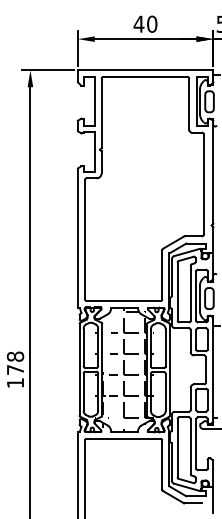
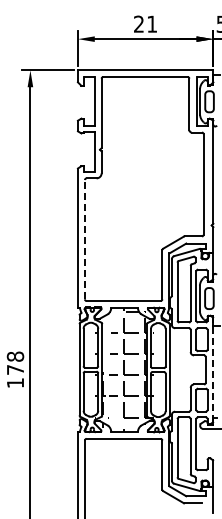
text at (145, 23): 40 -> 21
line at (84, 239): solid -> dashed
line at (213, 369): solid -> dashed
